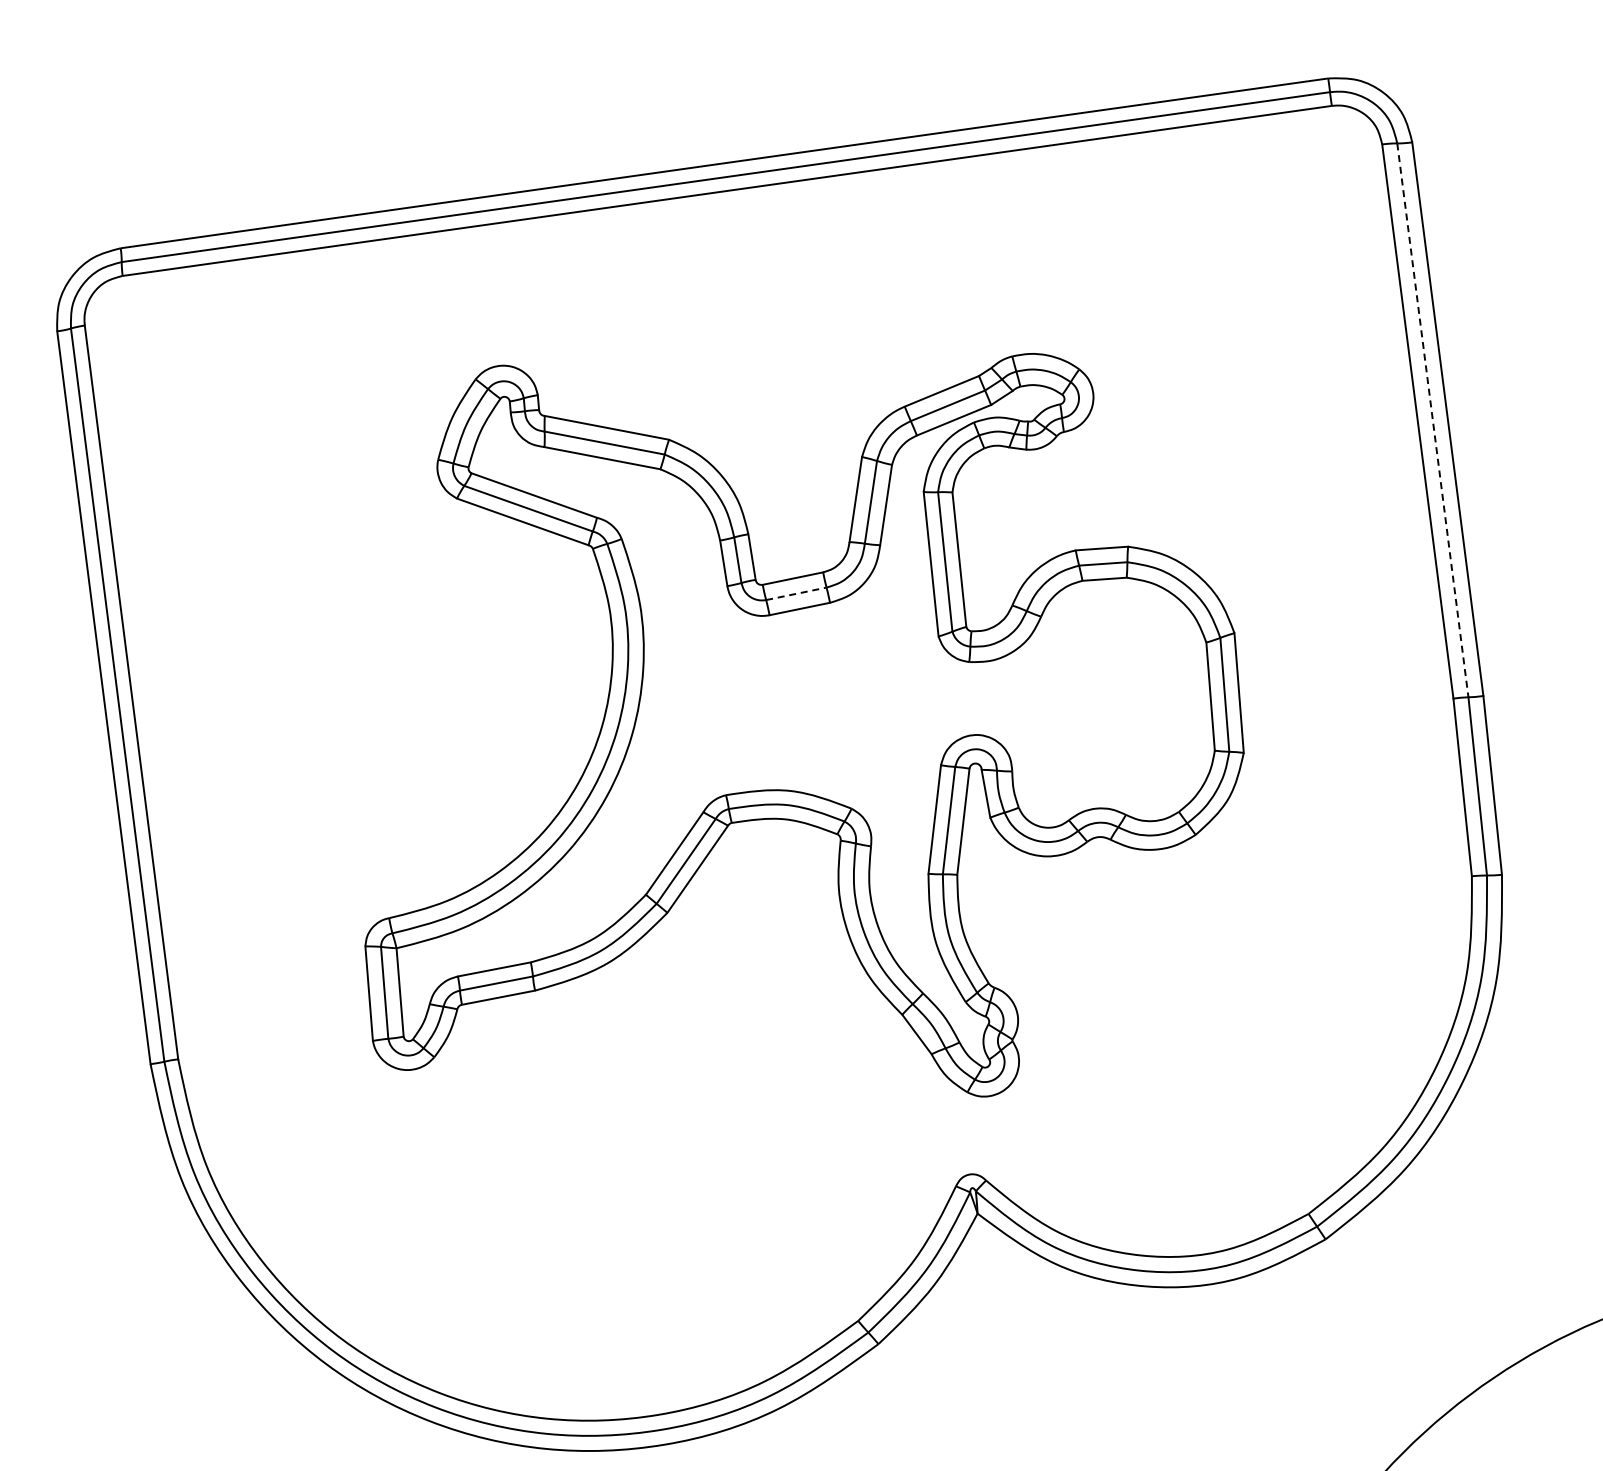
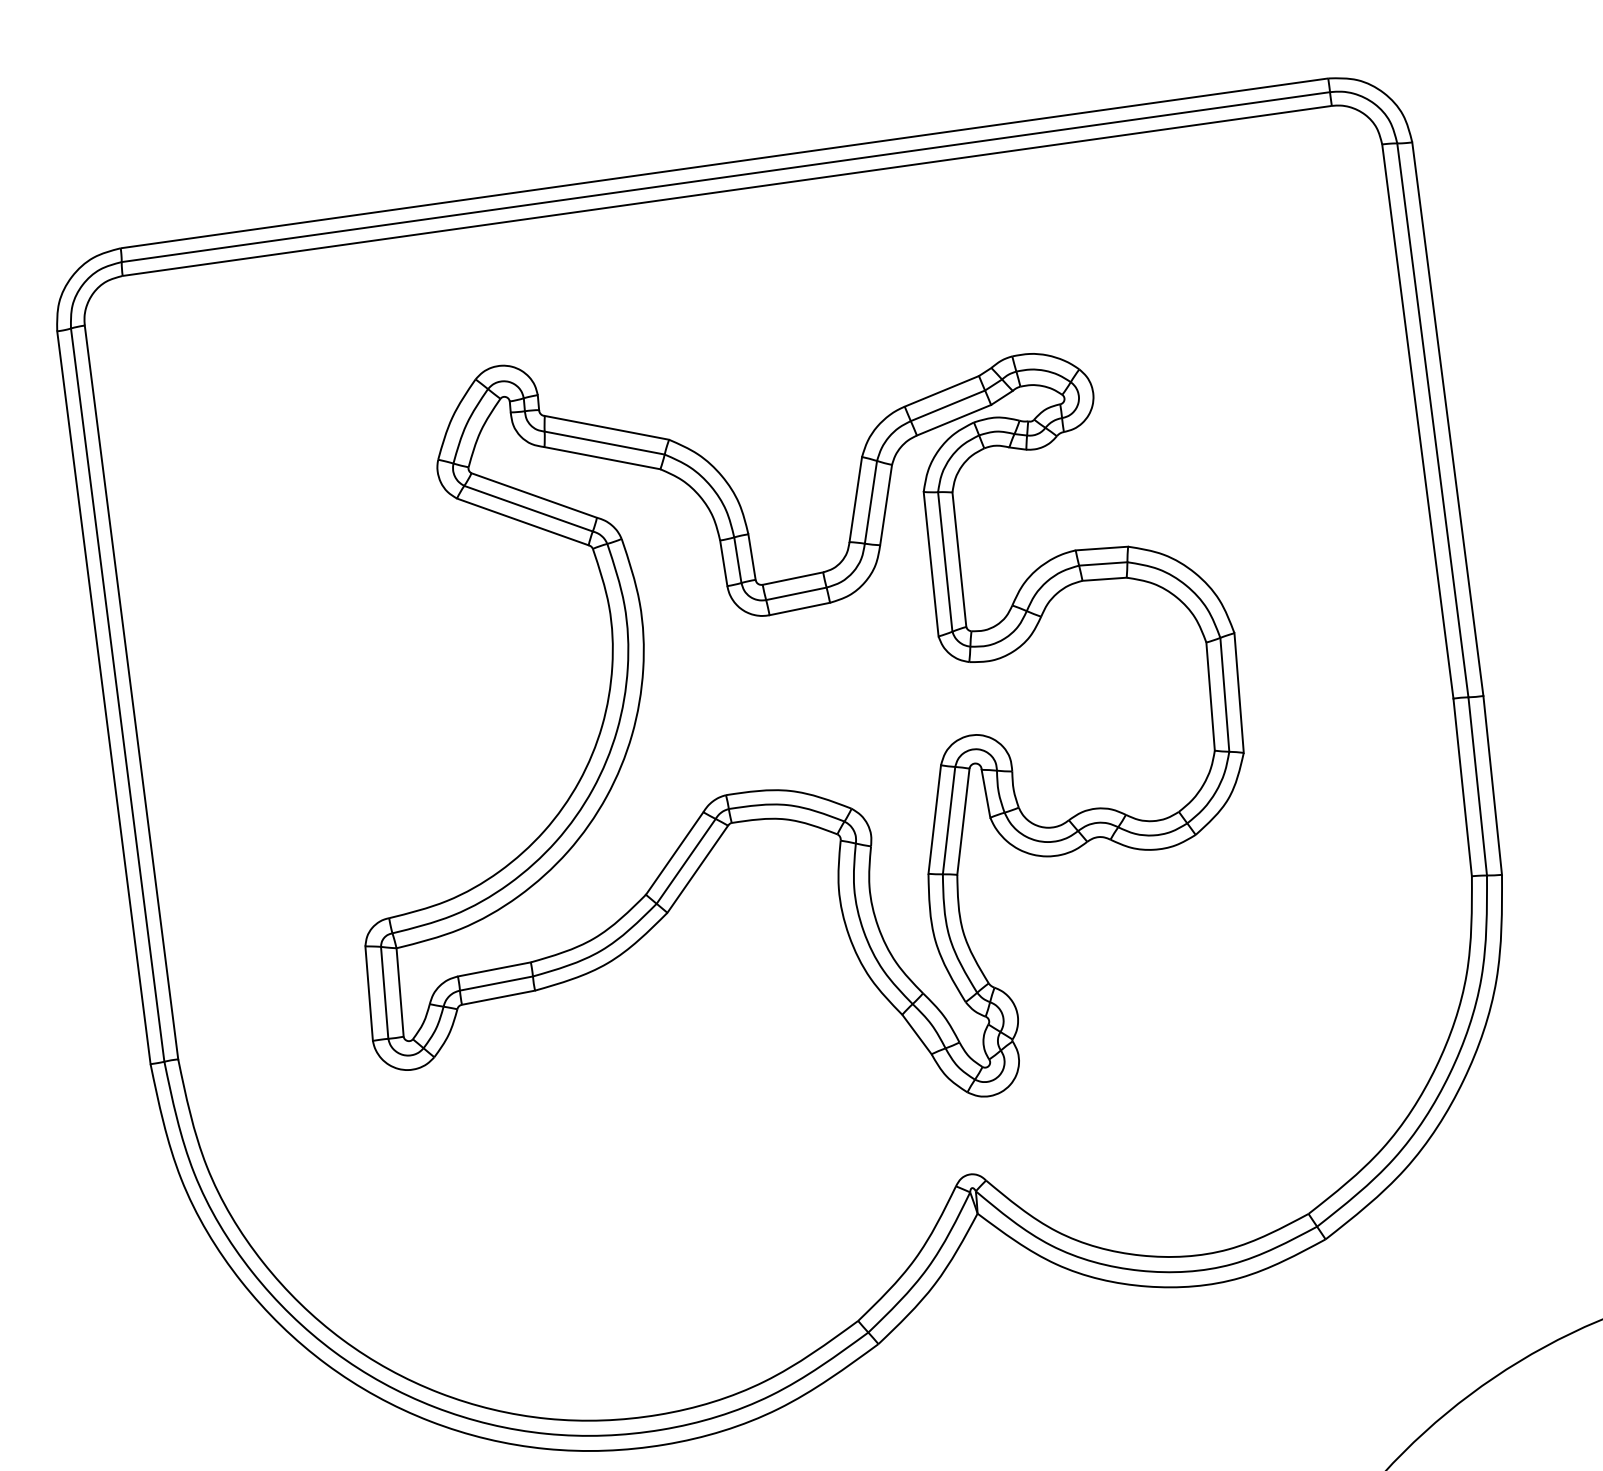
line at (1432, 420): dashed -> solid
line at (796, 593): dashed -> solid
